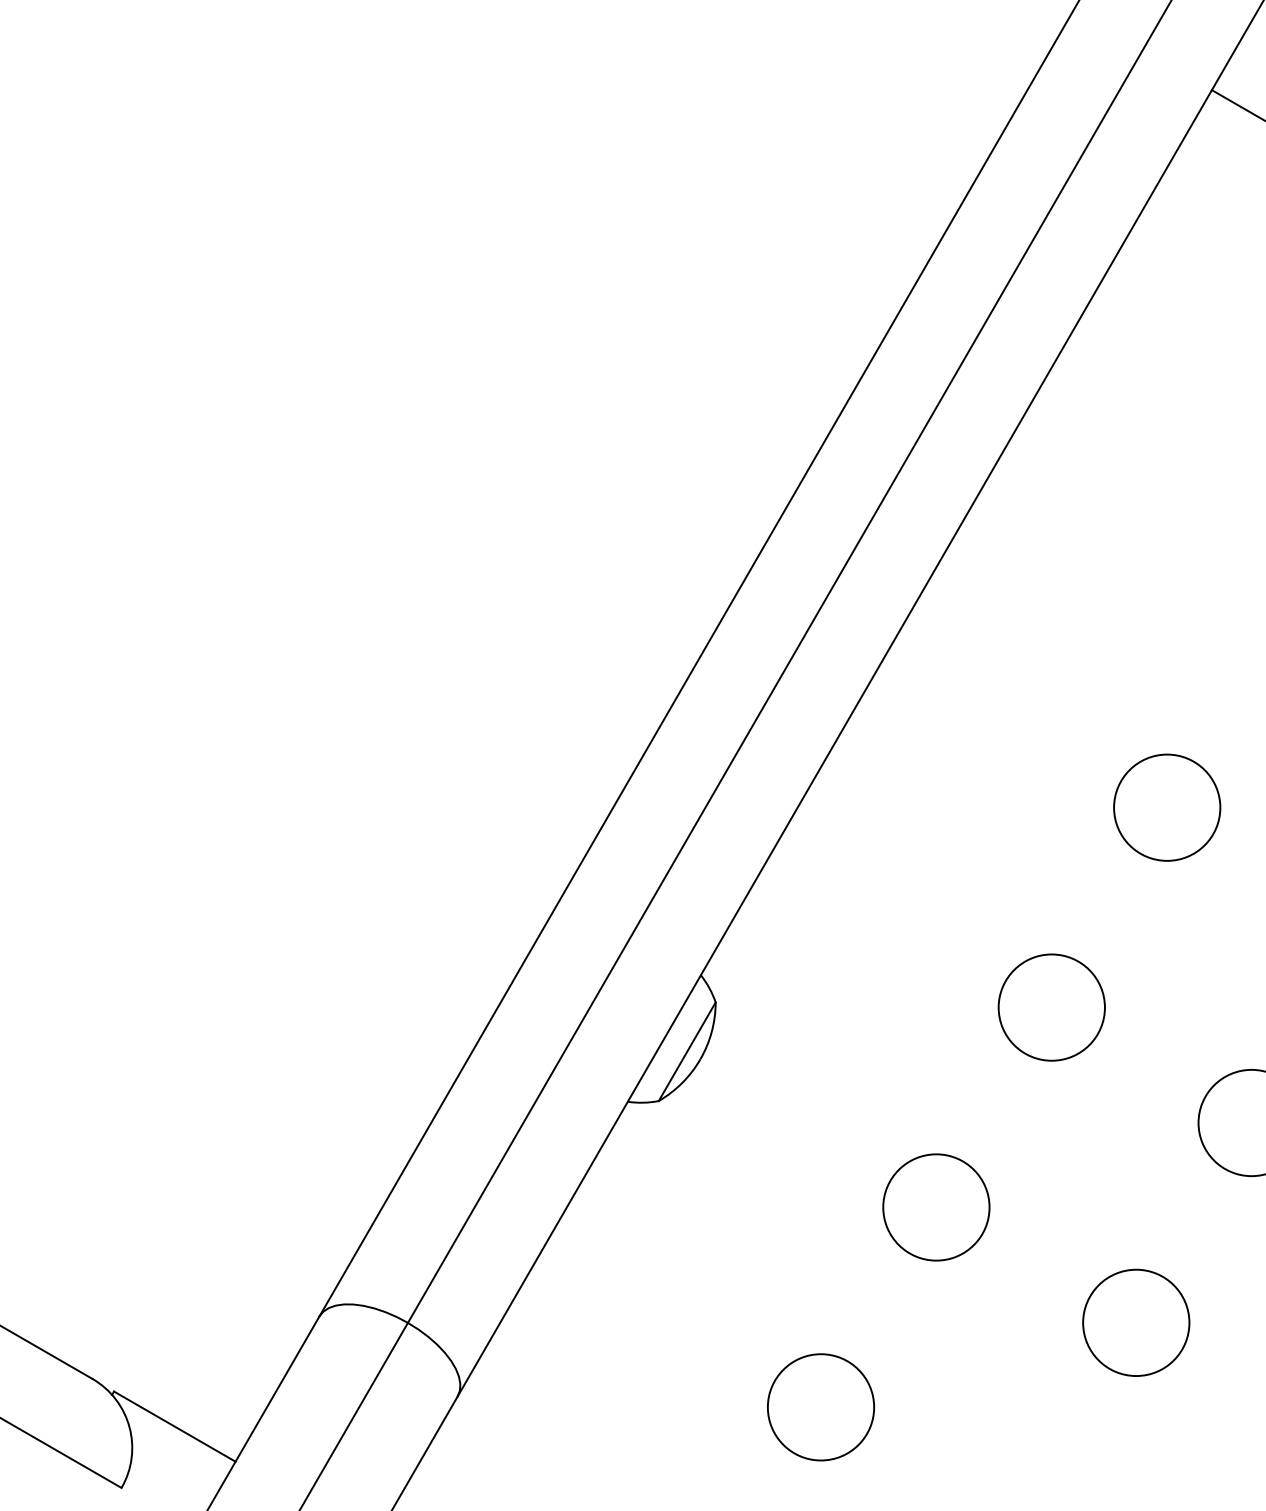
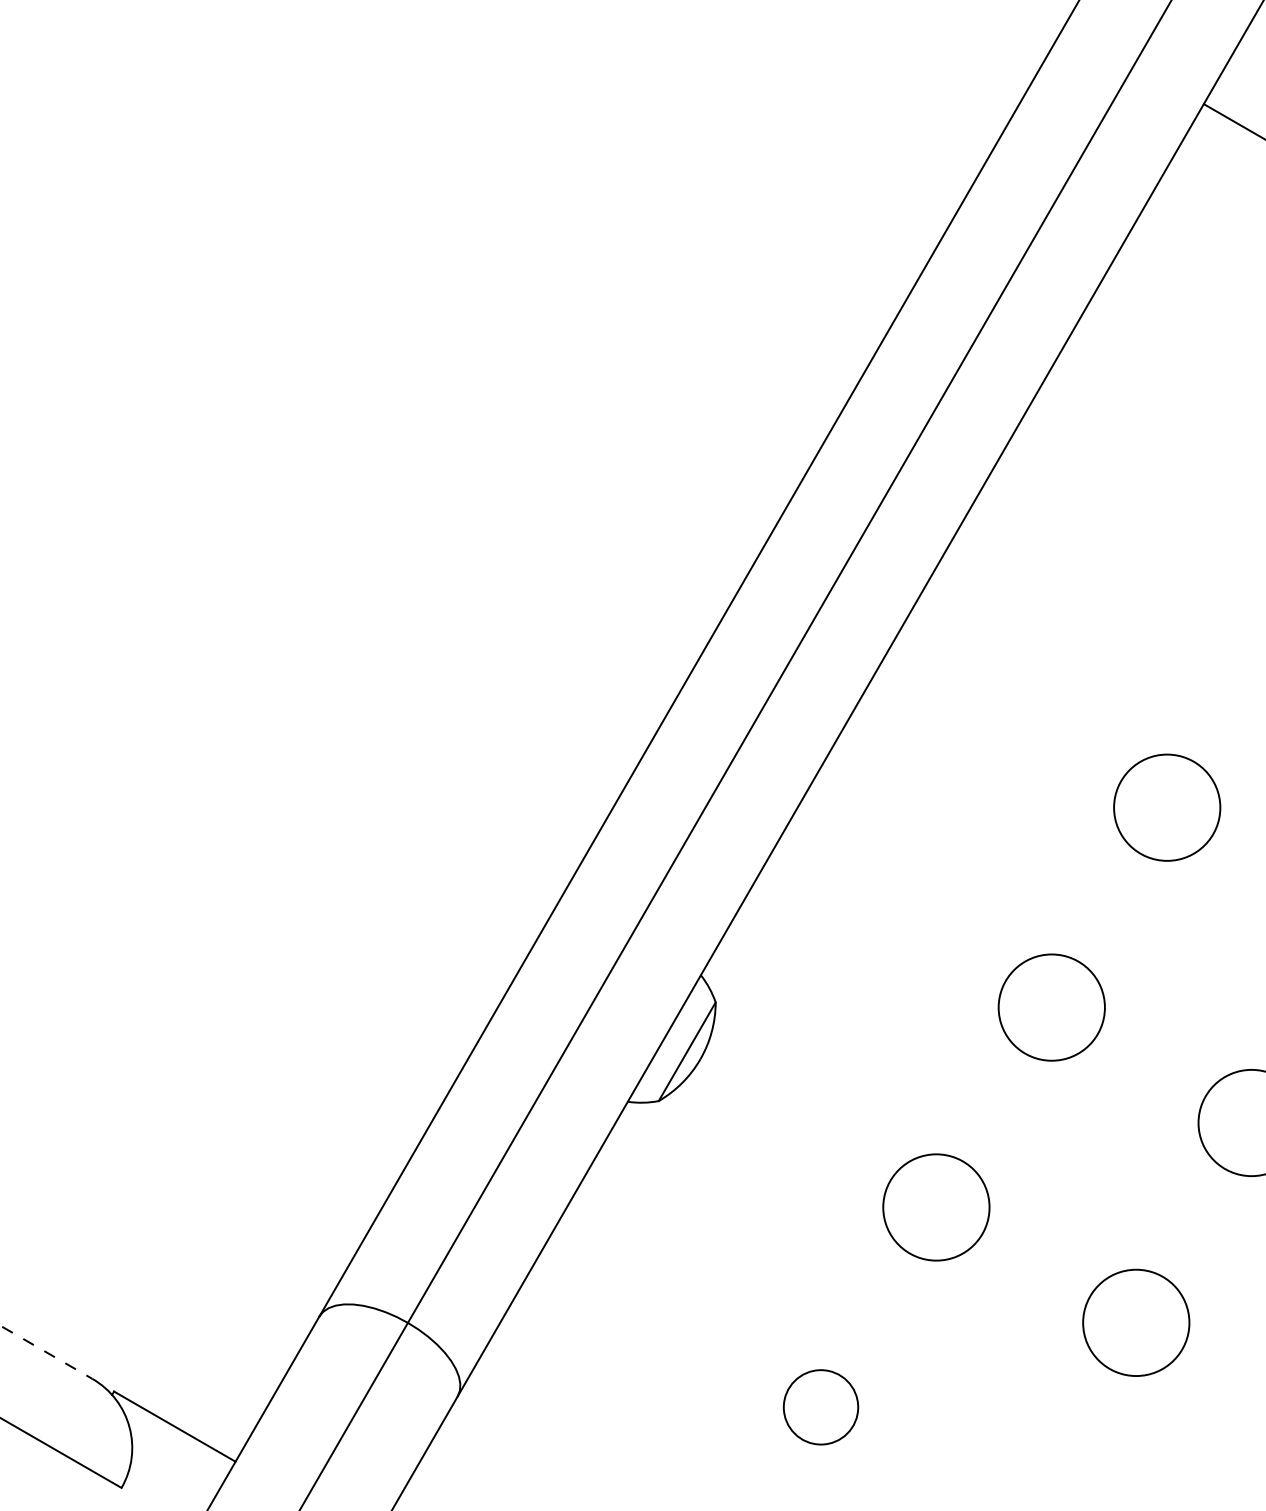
line at (1236, 104) position: (1236, 104) -> (1232, 121)
line at (46, 1352): solid -> dashed
circle at (820, 1407) diameter: 106 px -> 74 px
